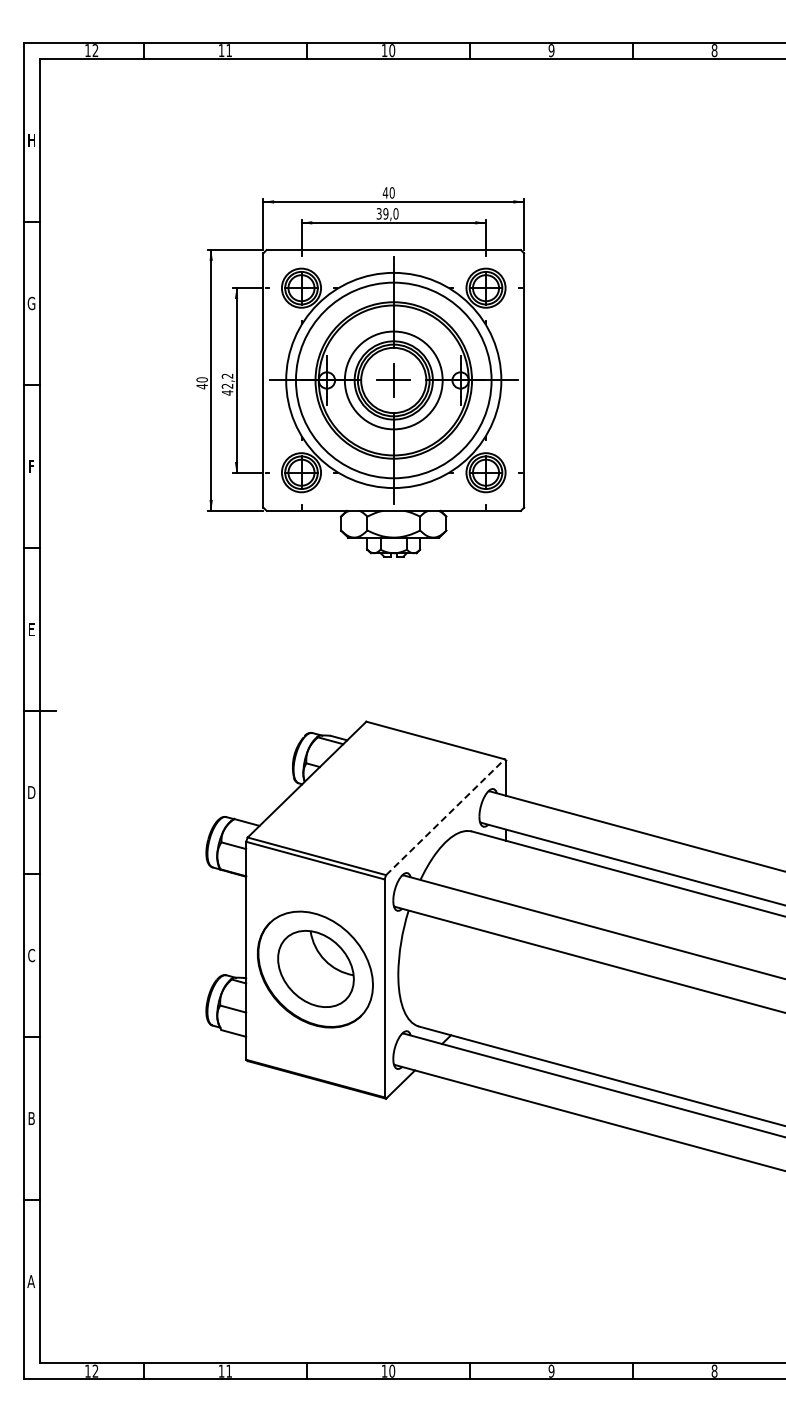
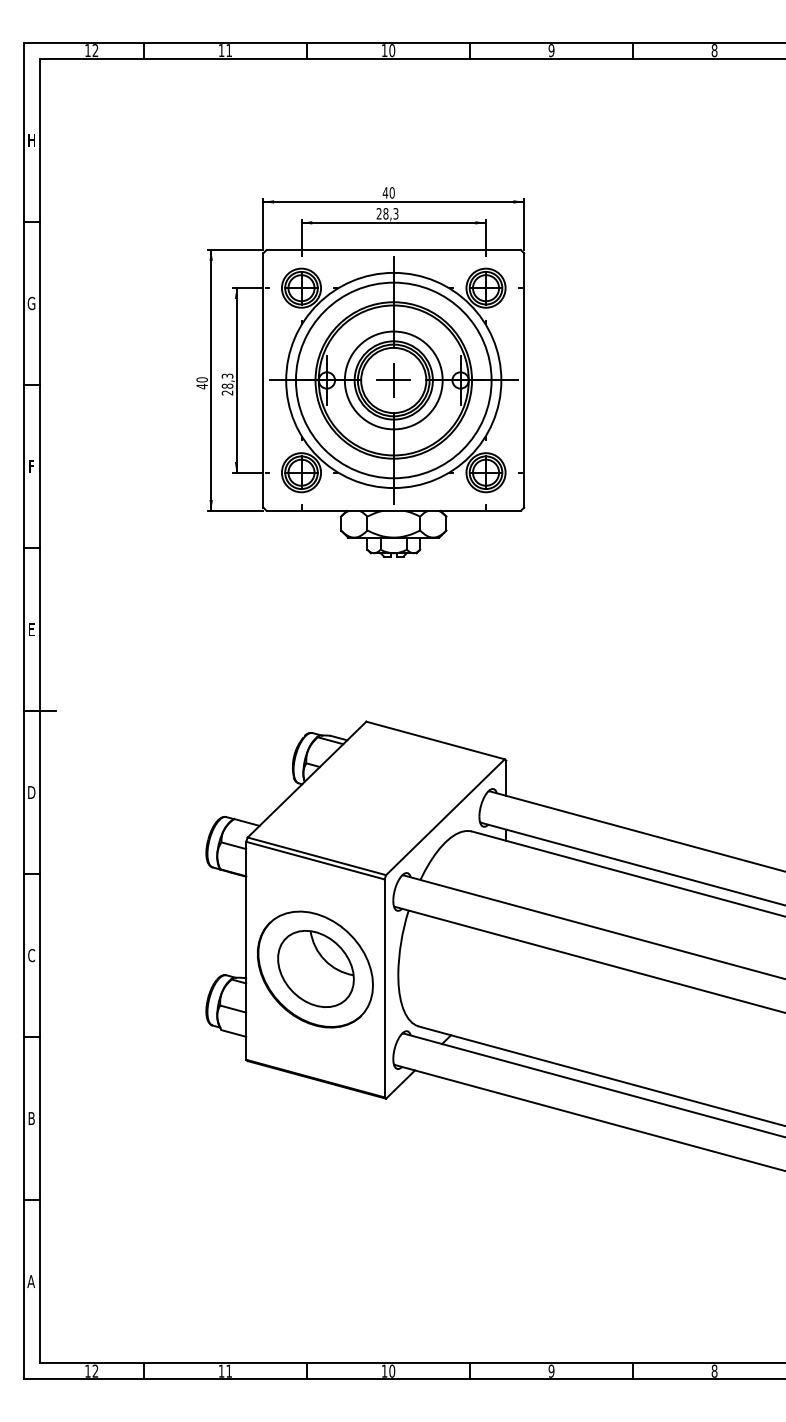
text at (387, 213): 39,0 -> 28,3
text at (227, 384): 42,2 -> 28,3
line at (445, 817): dashed -> solid
